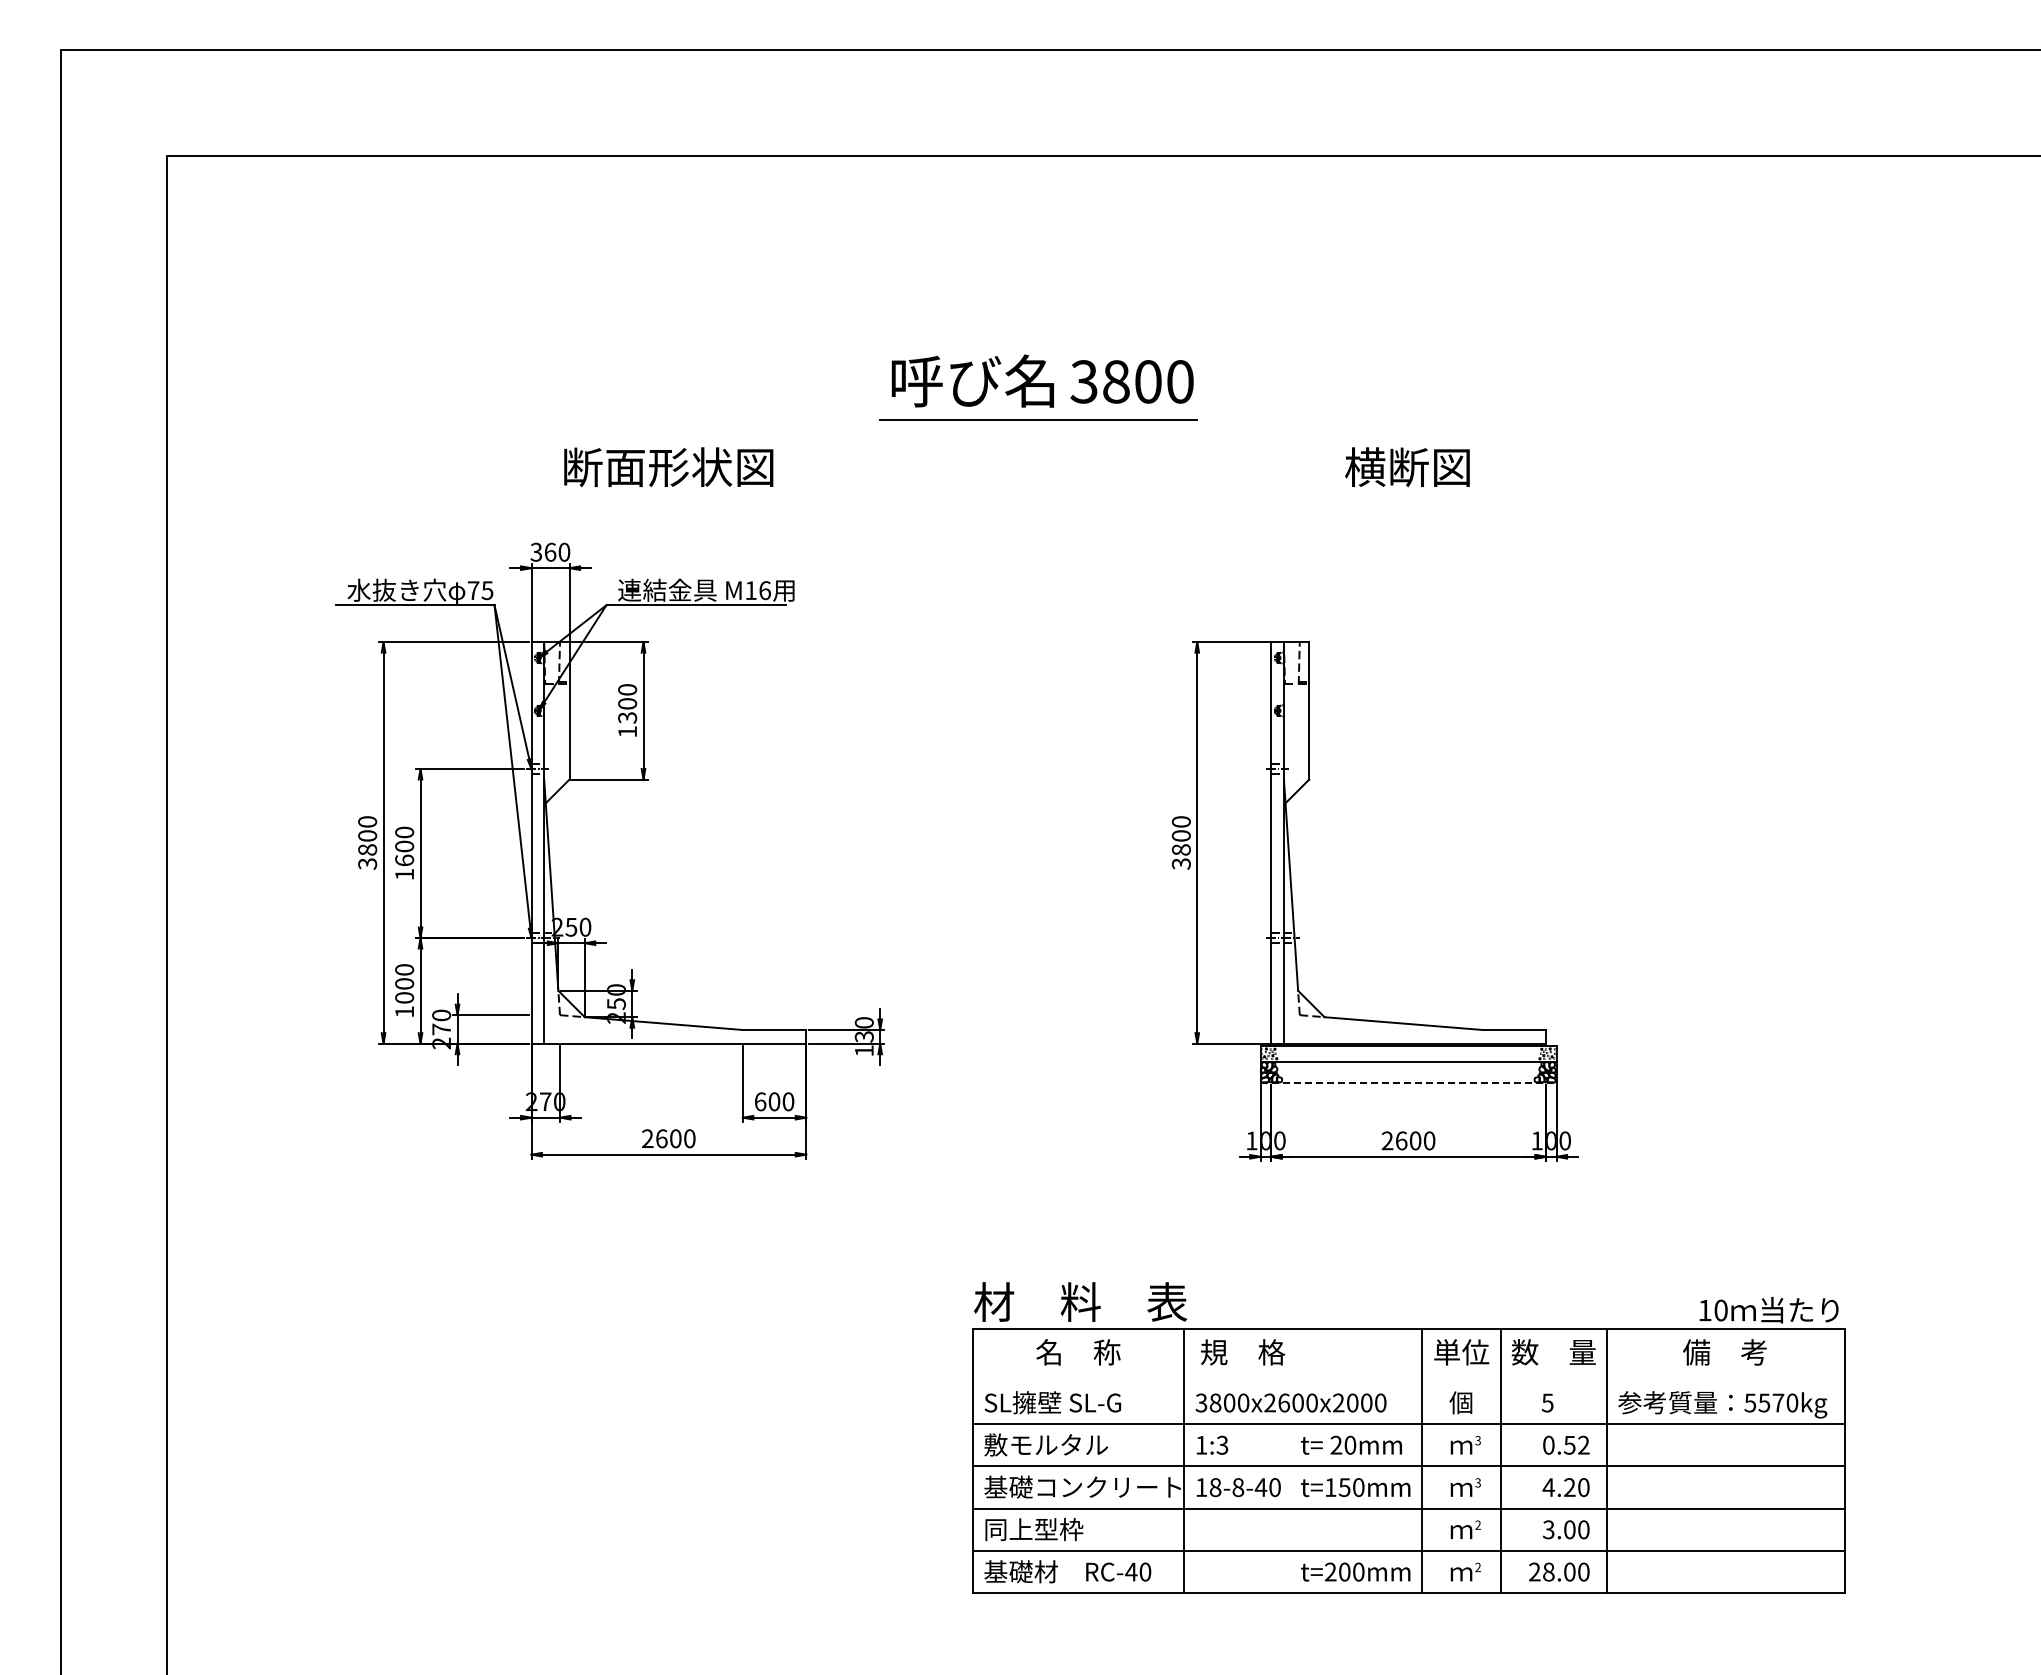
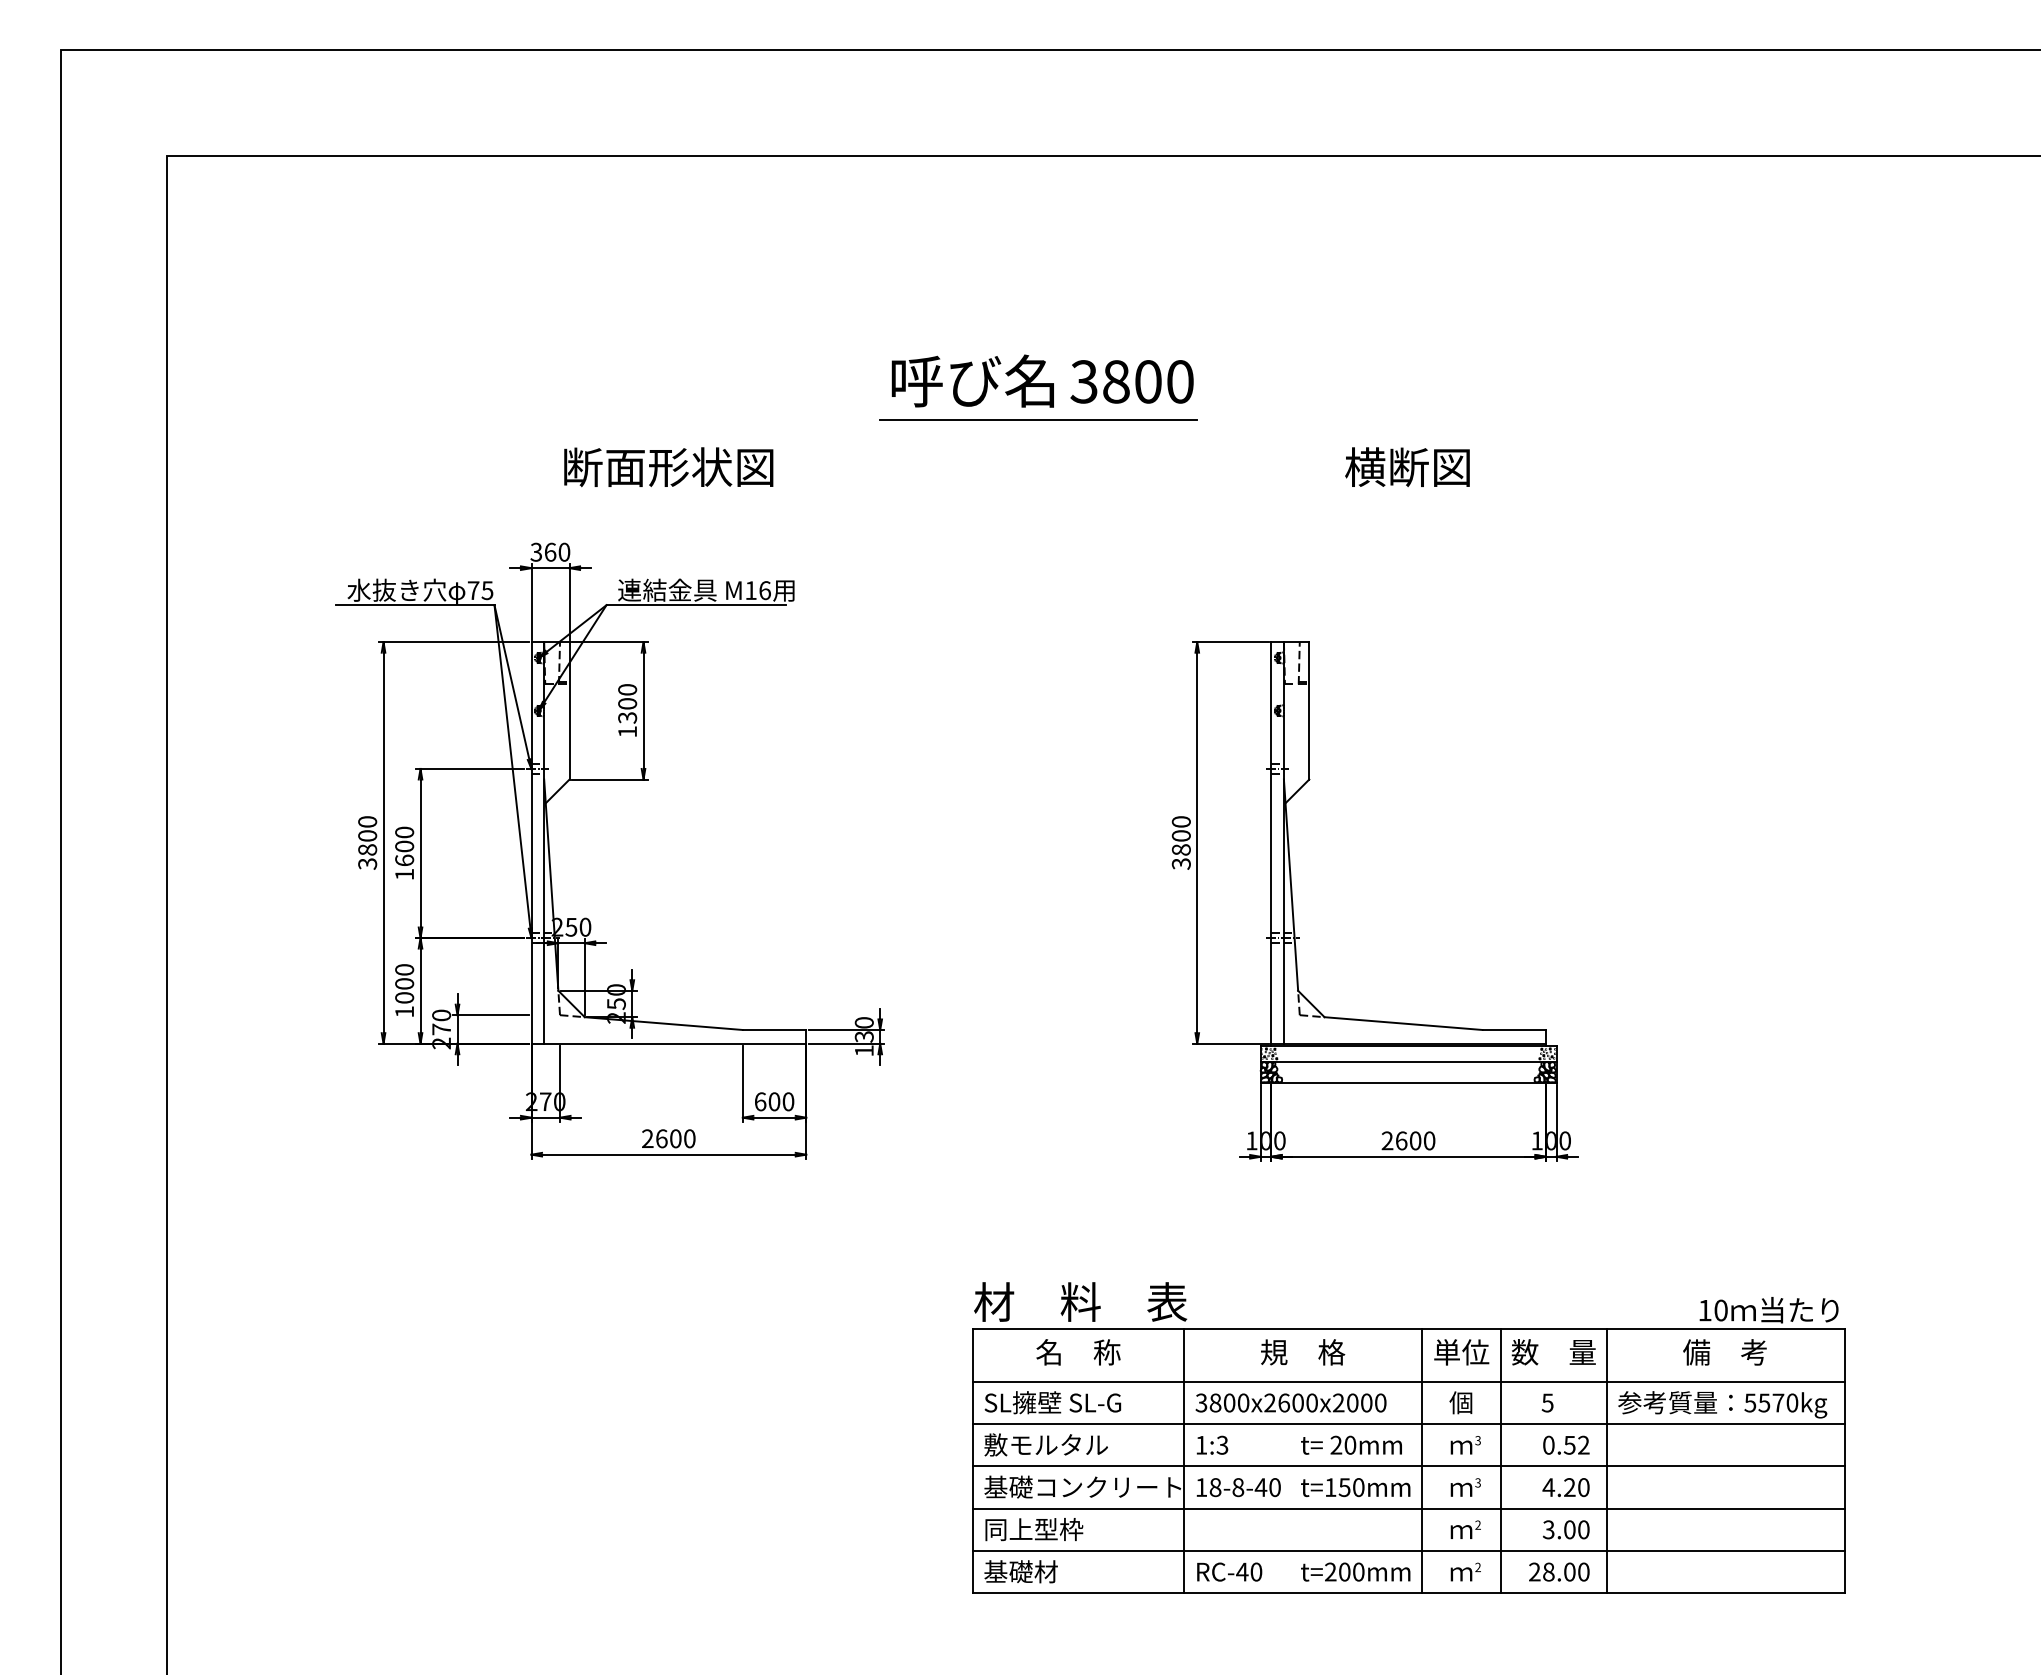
line at (1408, 1082): dashed -> solid
text at (1243, 1352) position: (1243, 1352) -> (1303, 1352)
line at (1408, 1381): none -> present
text at (1118, 1571) position: (1118, 1571) -> (1229, 1571)
